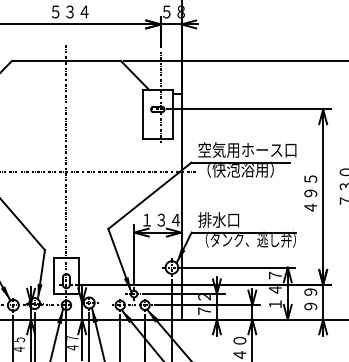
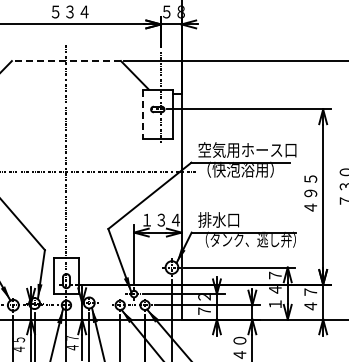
line at (66, 61): solid -> dashed
line at (142, 114): solid -> dashed
text at (310, 299): ９９ -> ４７
